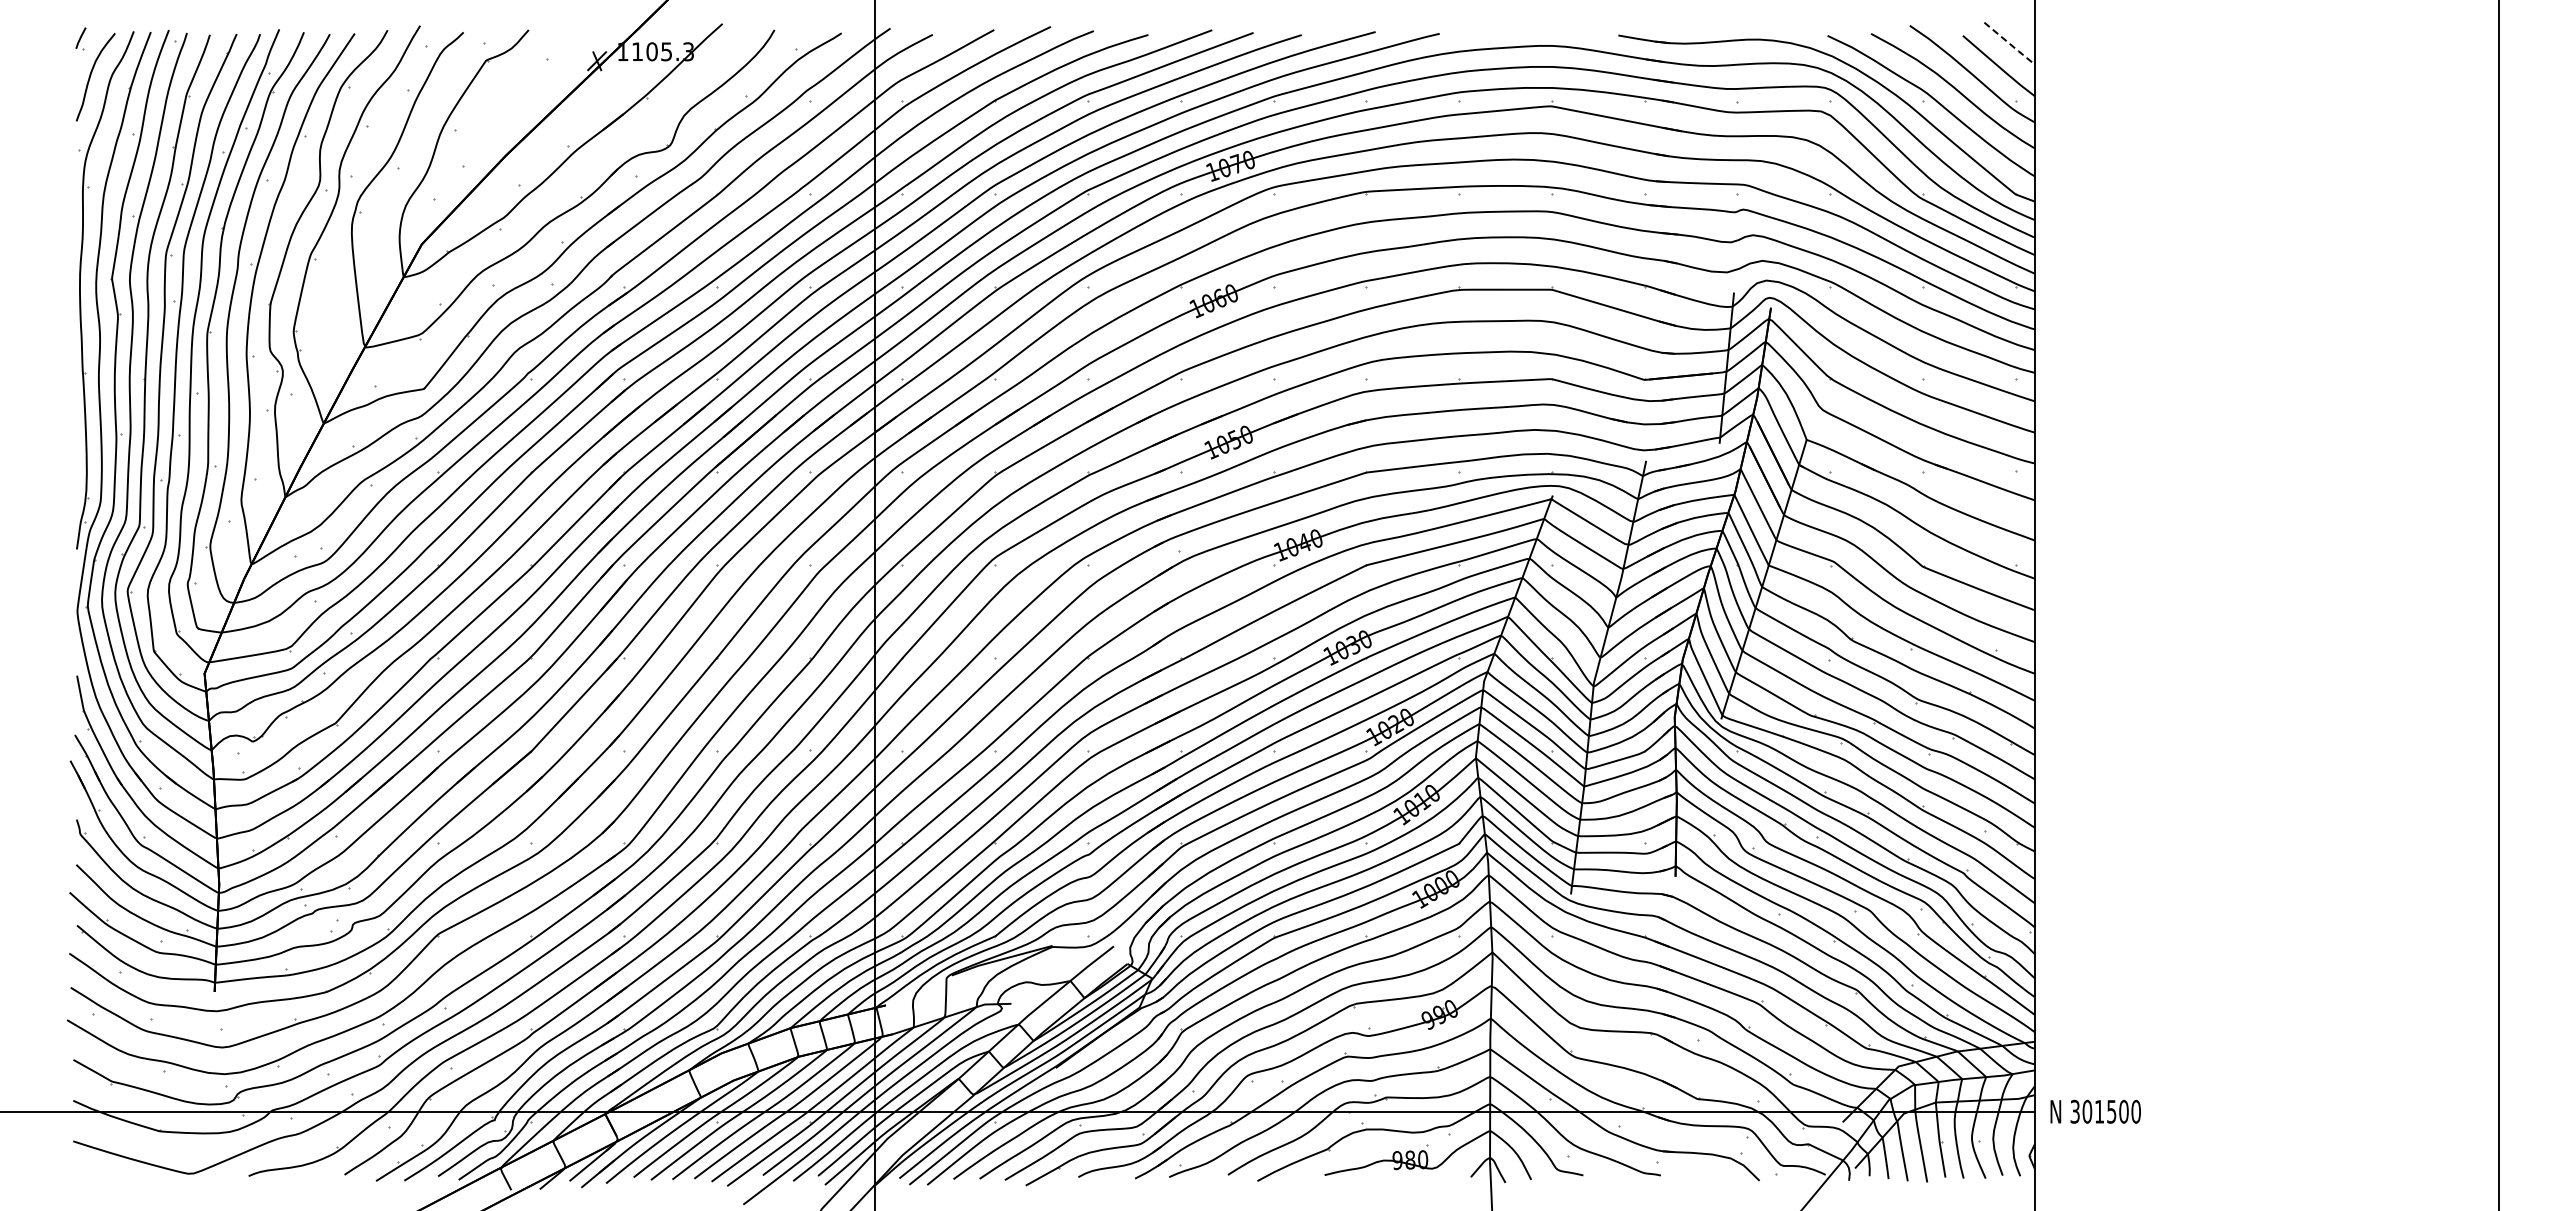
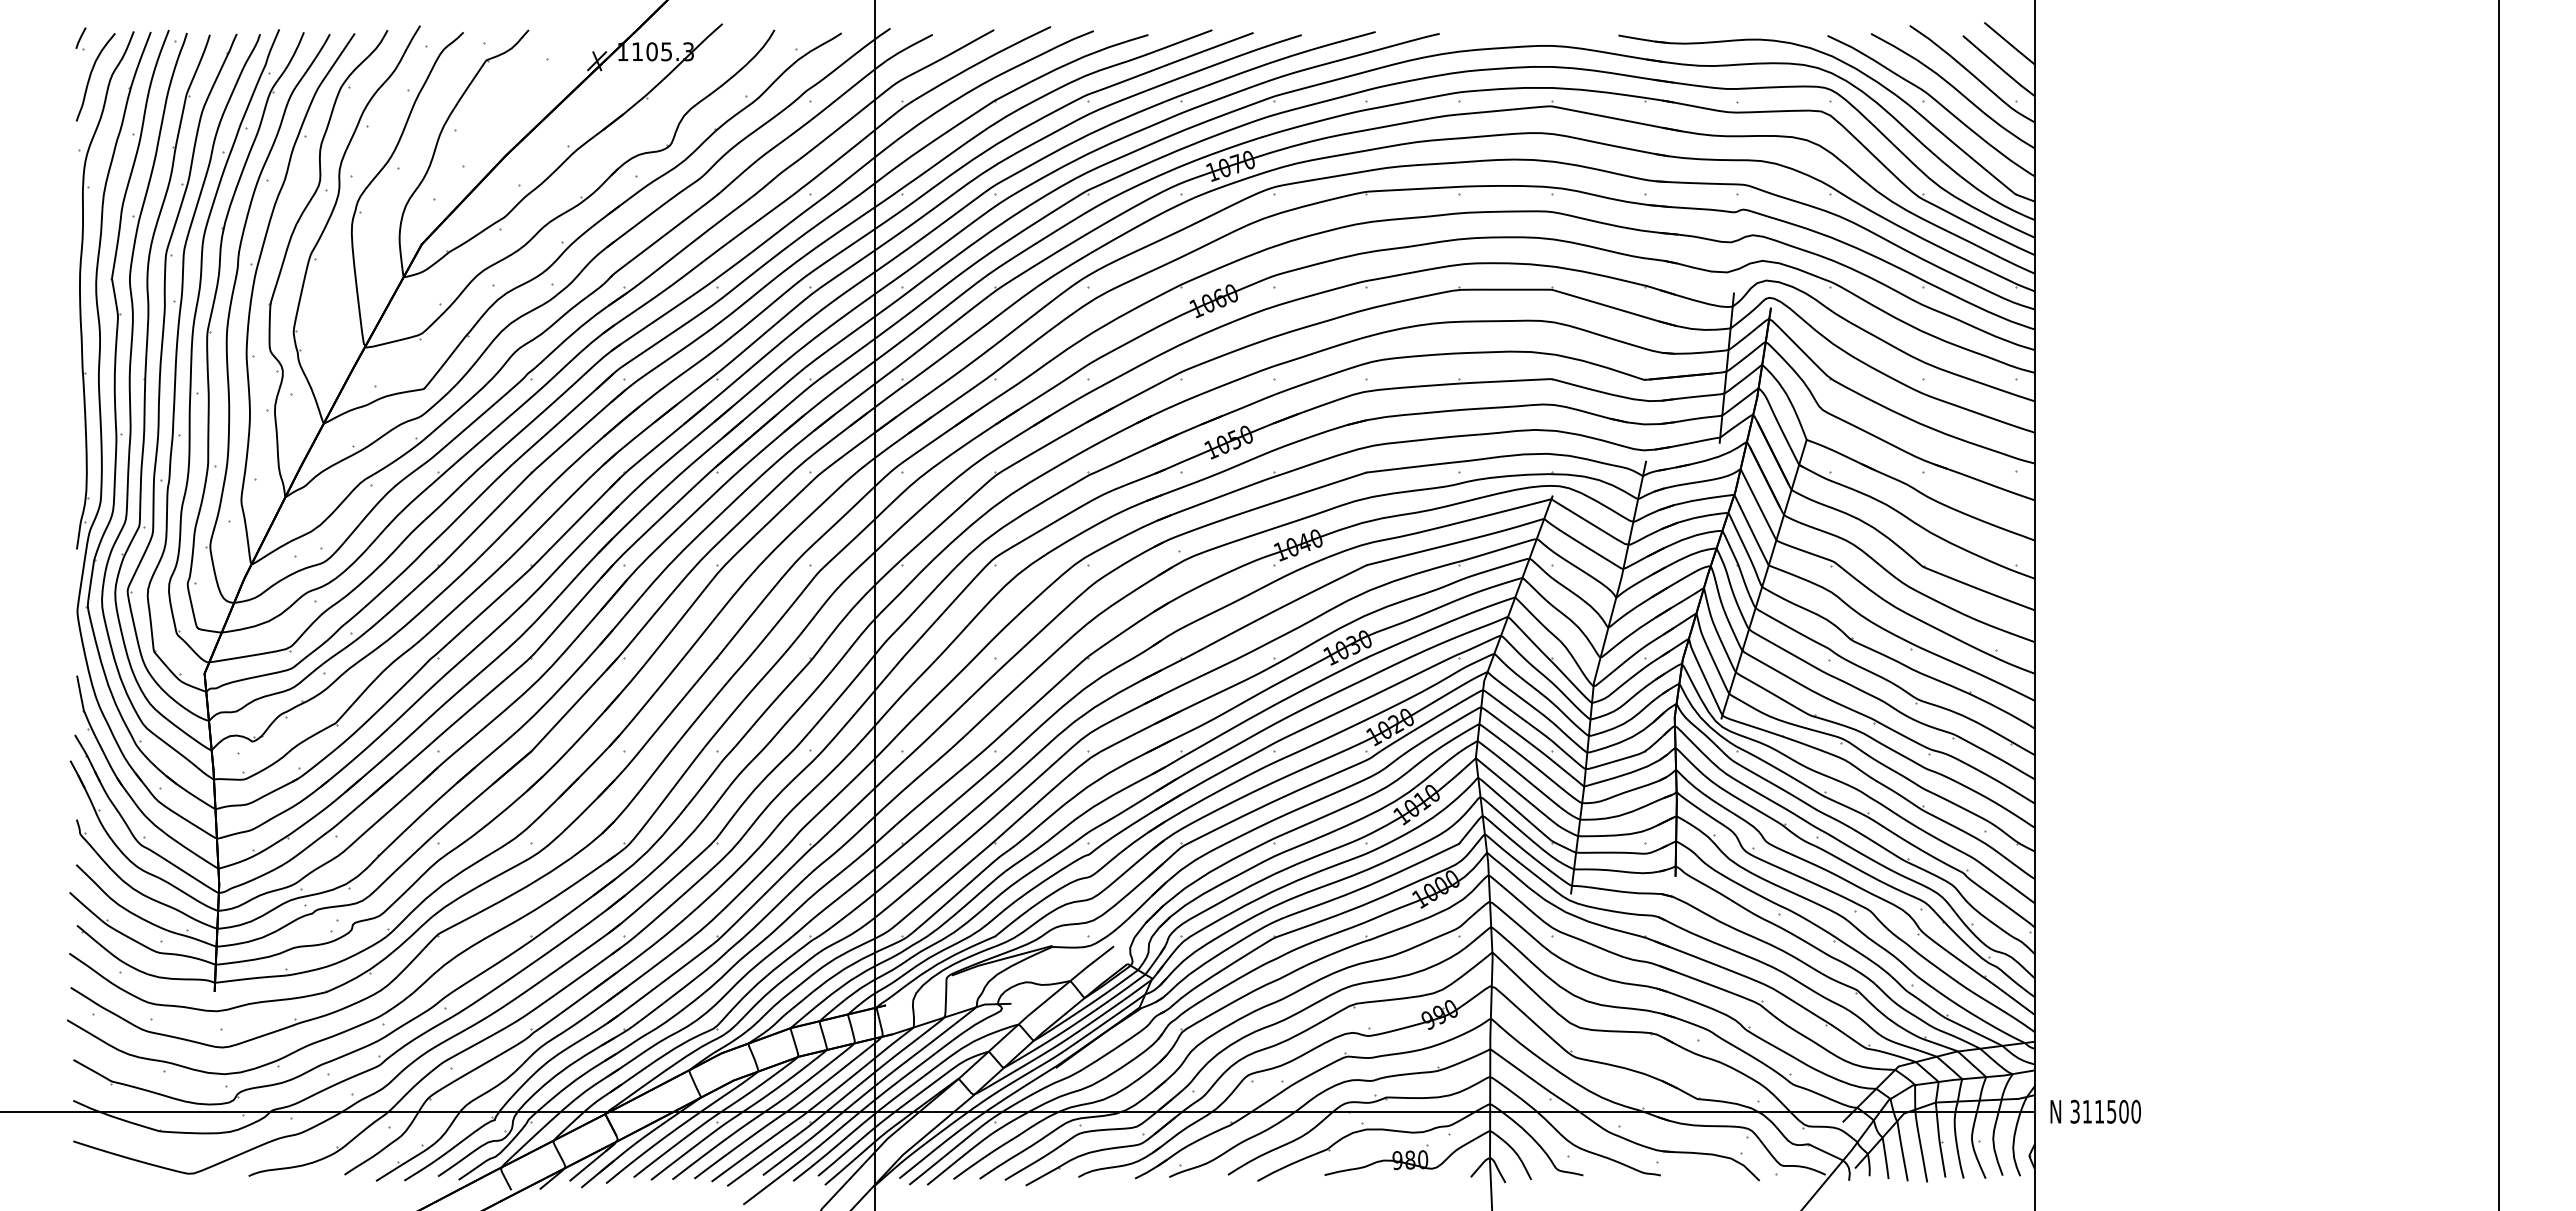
line at (2010, 44): dashed -> solid
text at (2087, 1111): 301500 -> 311500
